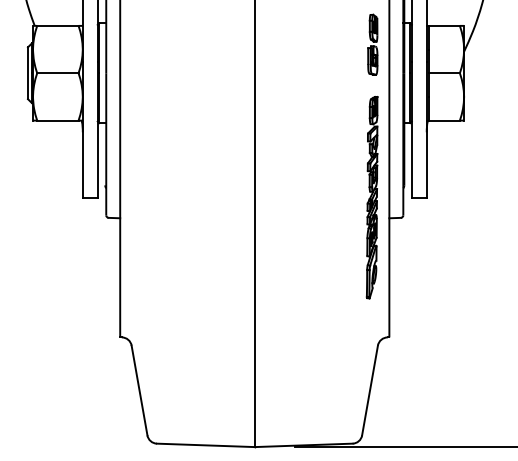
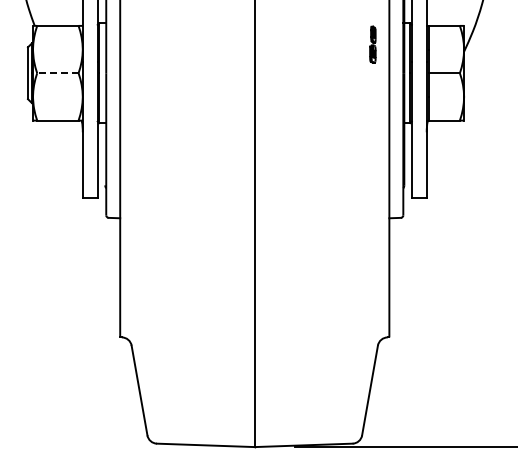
part at (372, 44) size: 12x63 px -> 8x39 px
line at (57, 73): solid -> dashed
part at (371, 197): present -> none
